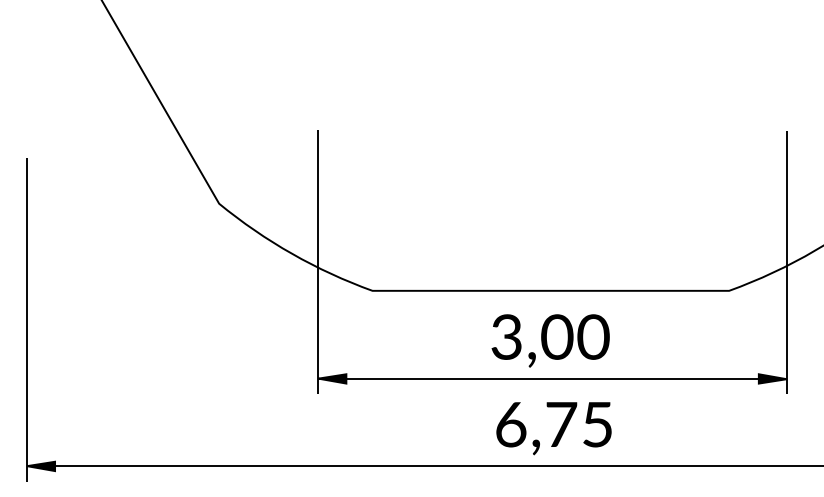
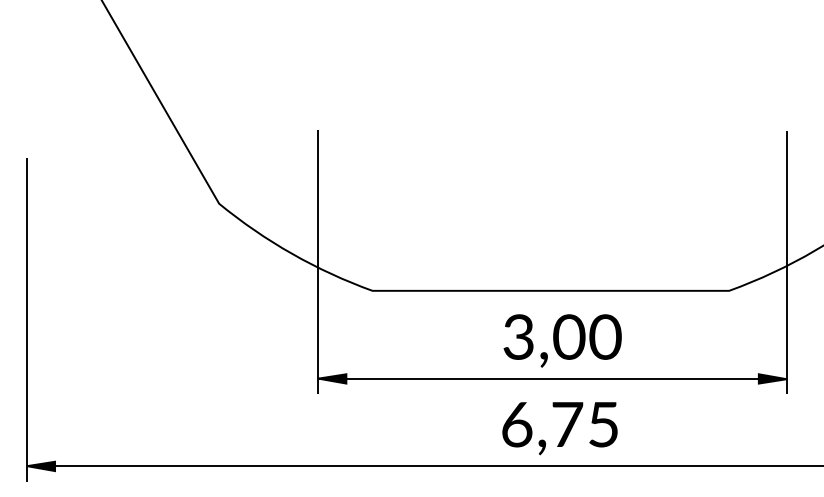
text at (550, 340) position: (550, 340) -> (562, 340)
text at (553, 428) position: (553, 428) -> (559, 428)
